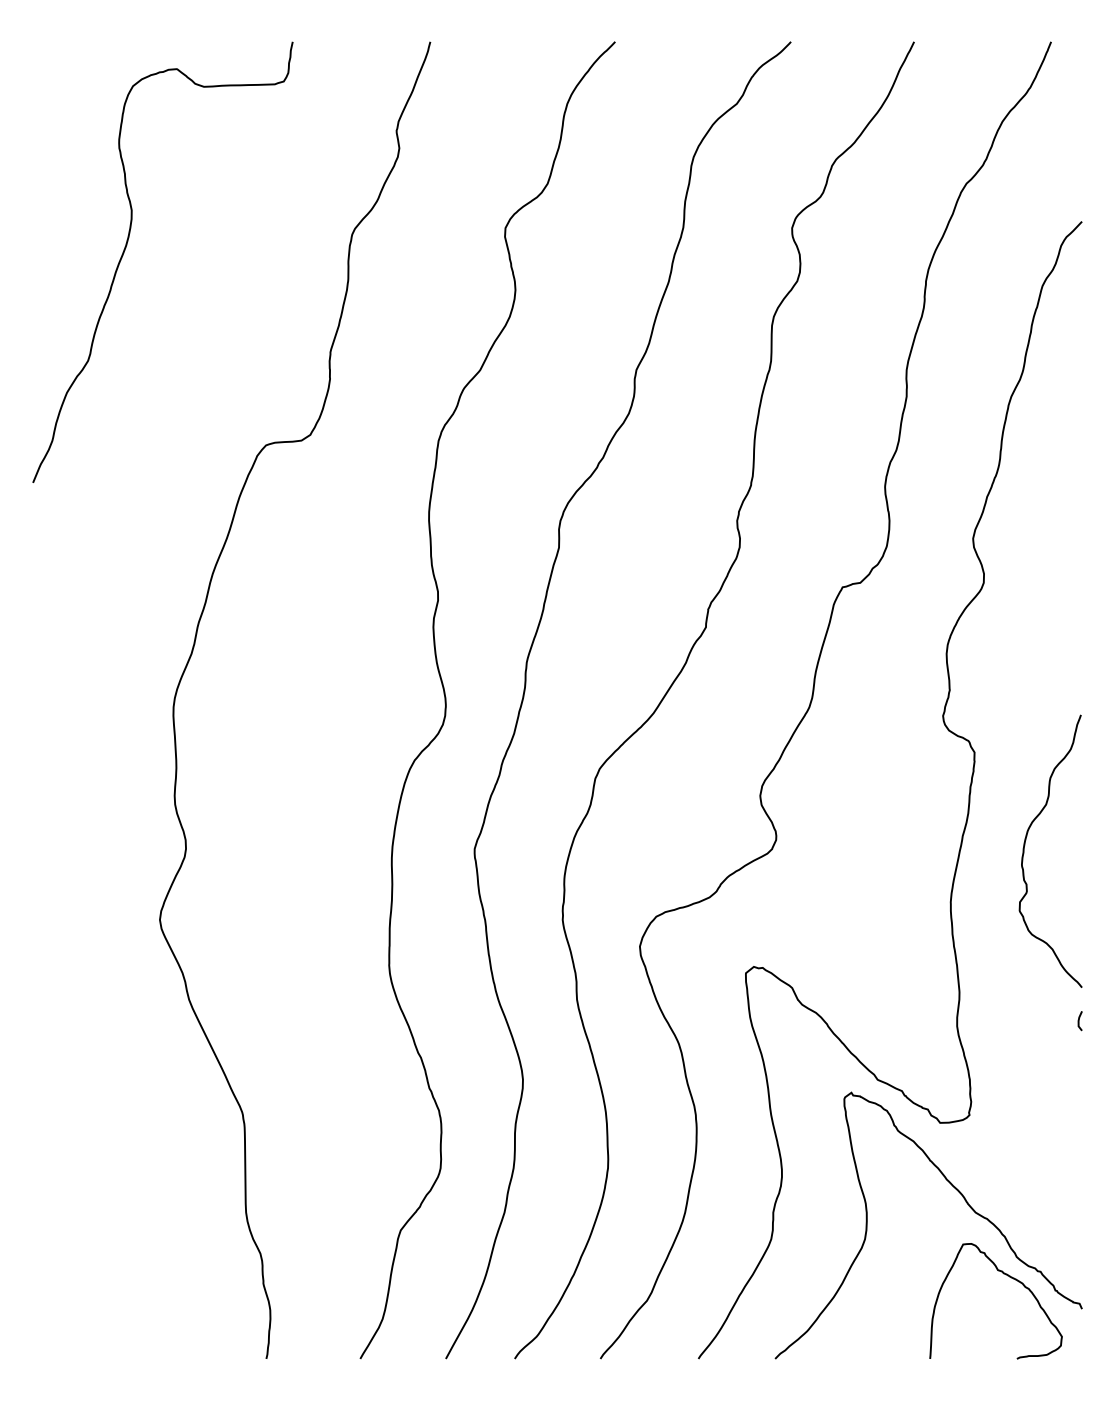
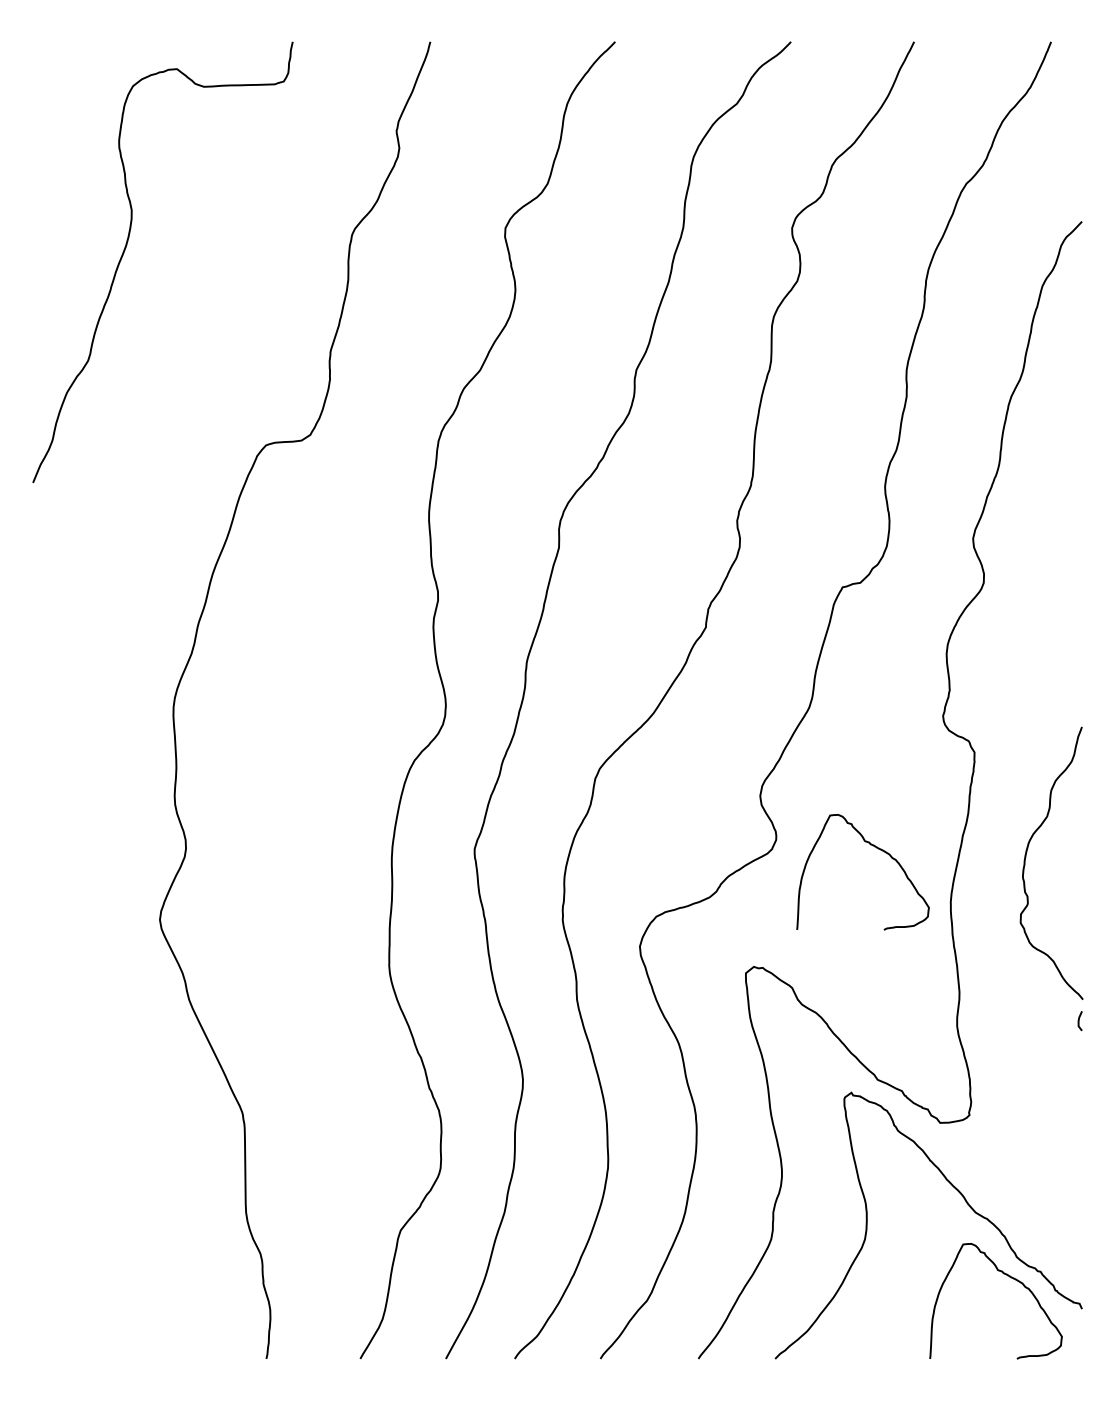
curve at (1025, 845) position: (1025, 845) -> (1026, 857)
curve at (874, 847): none -> present
